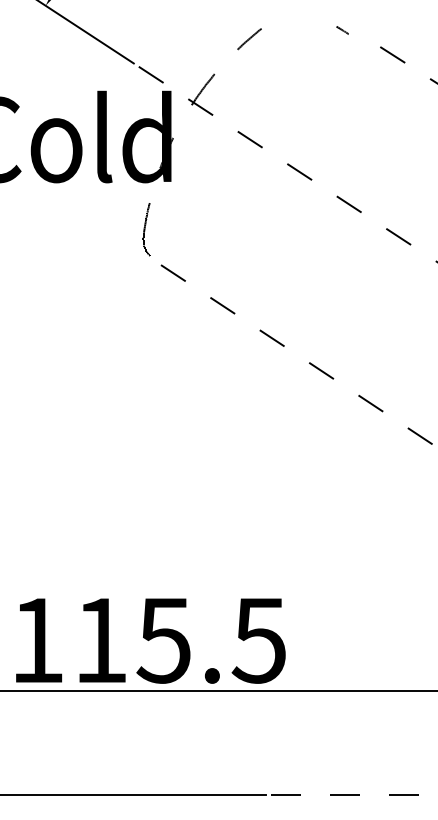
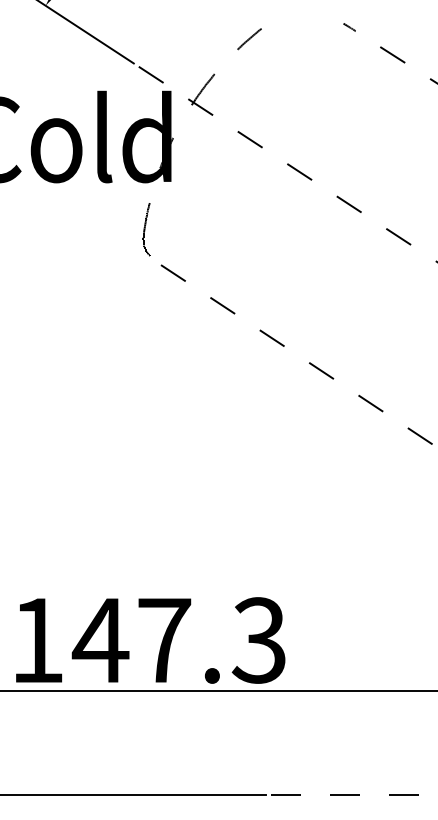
line at (342, 30) position: (342, 30) -> (349, 27)
text at (178, 640): 115.5 -> 147.3
